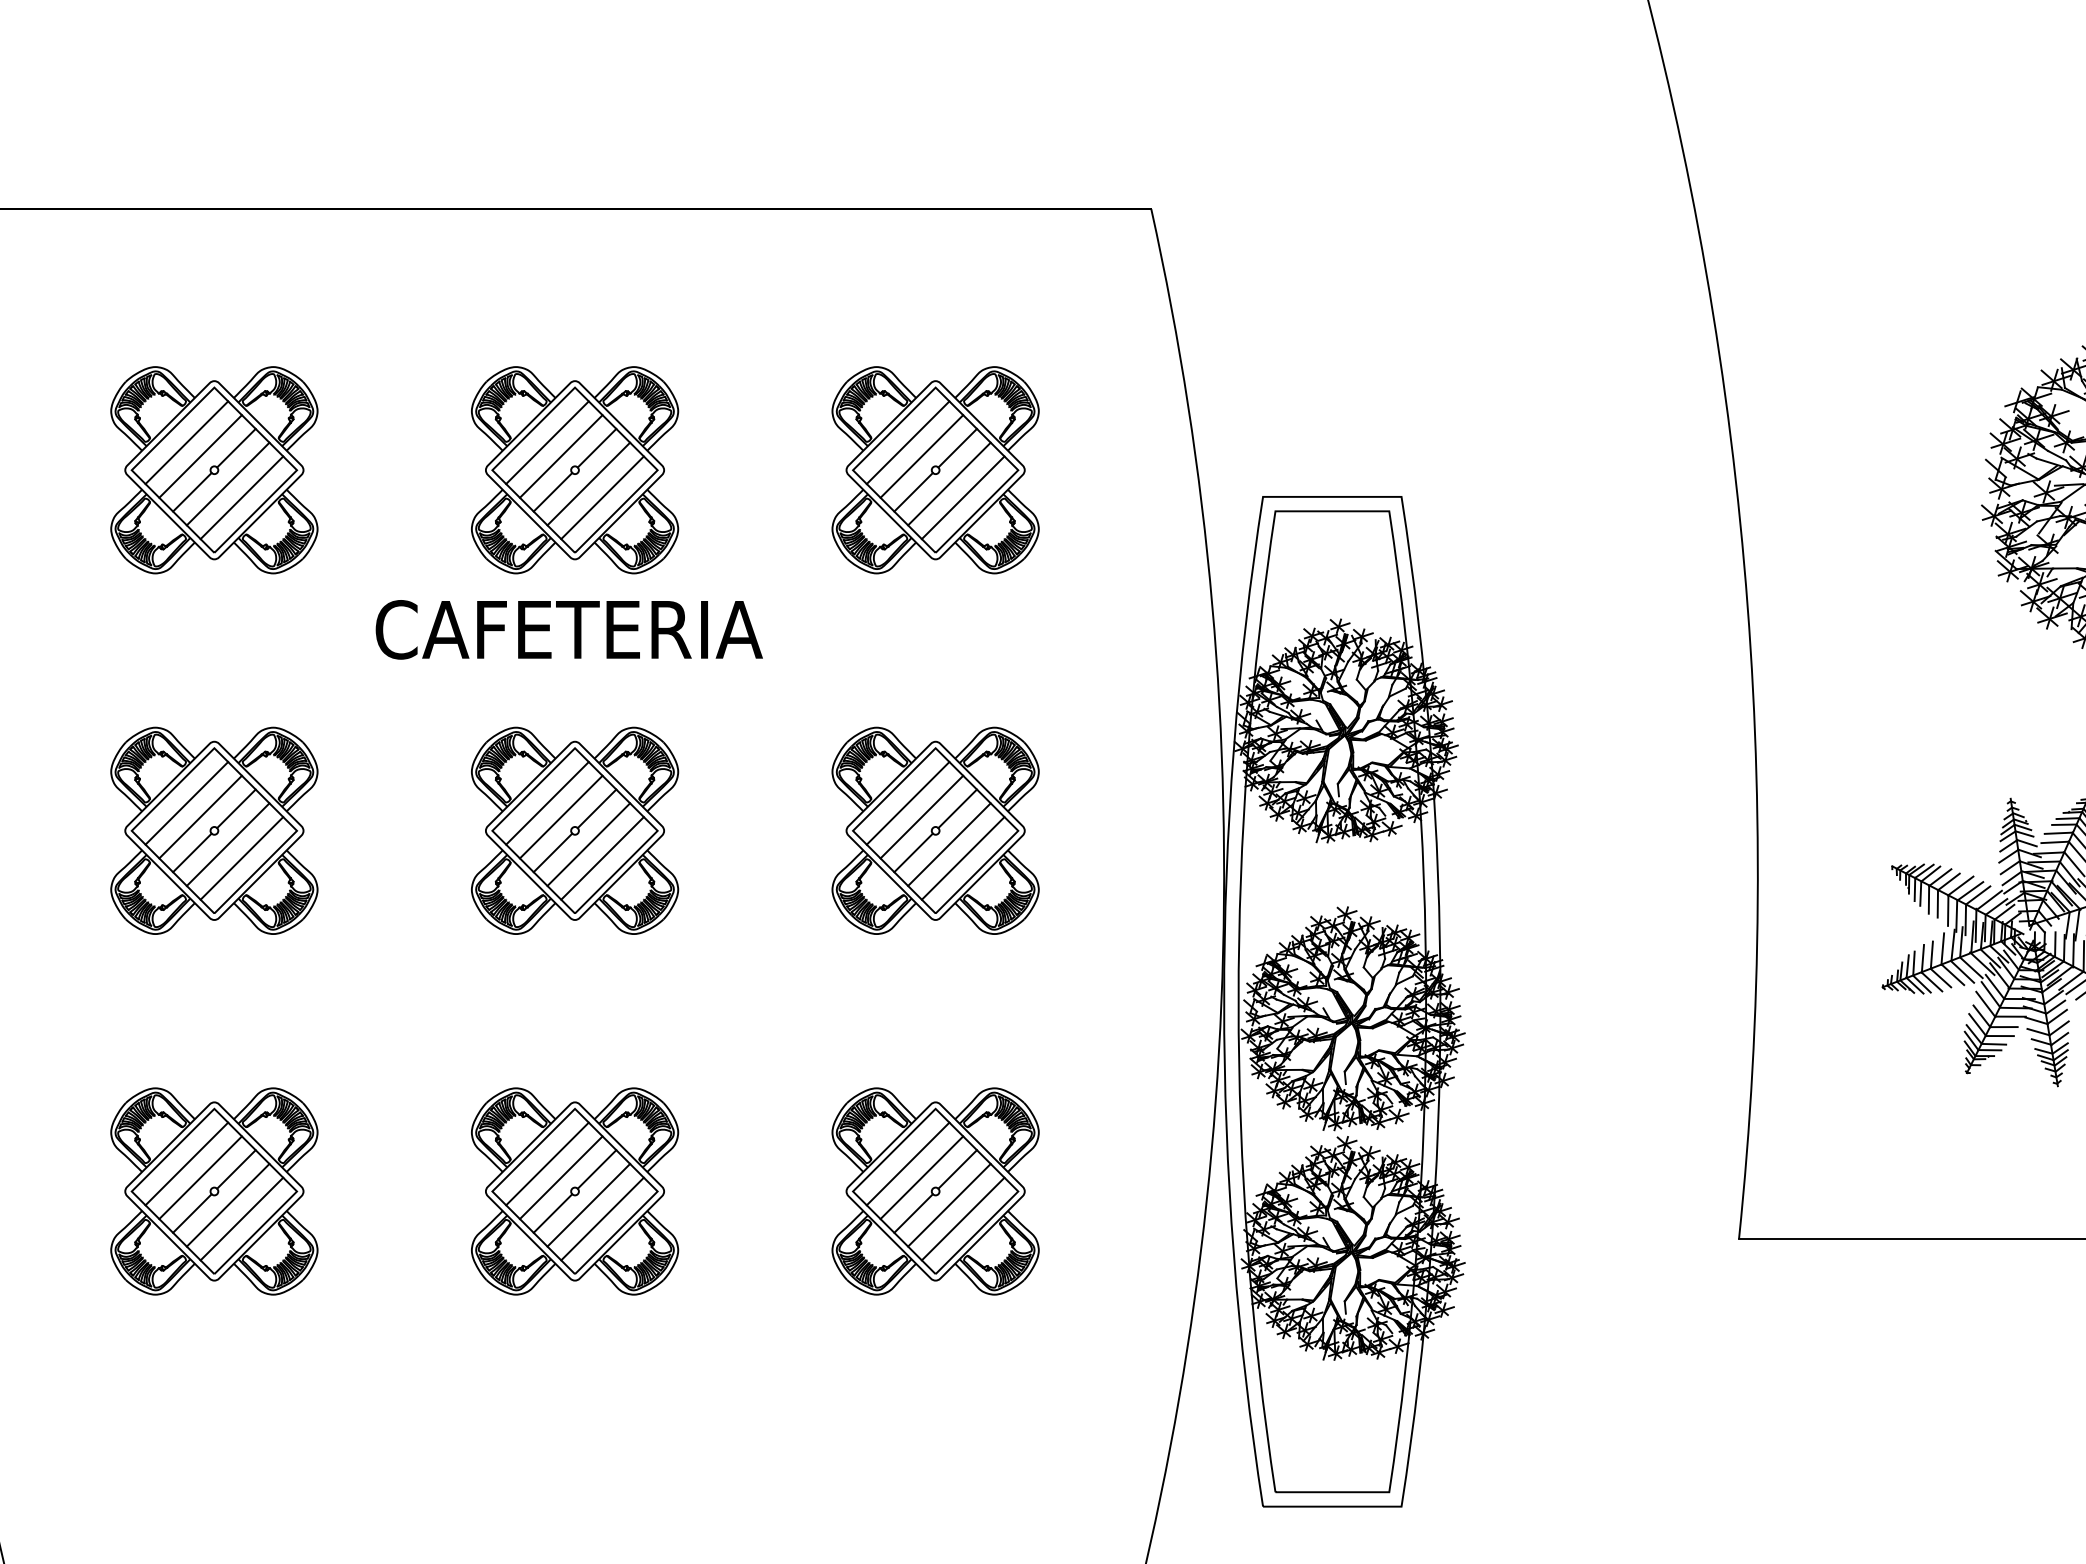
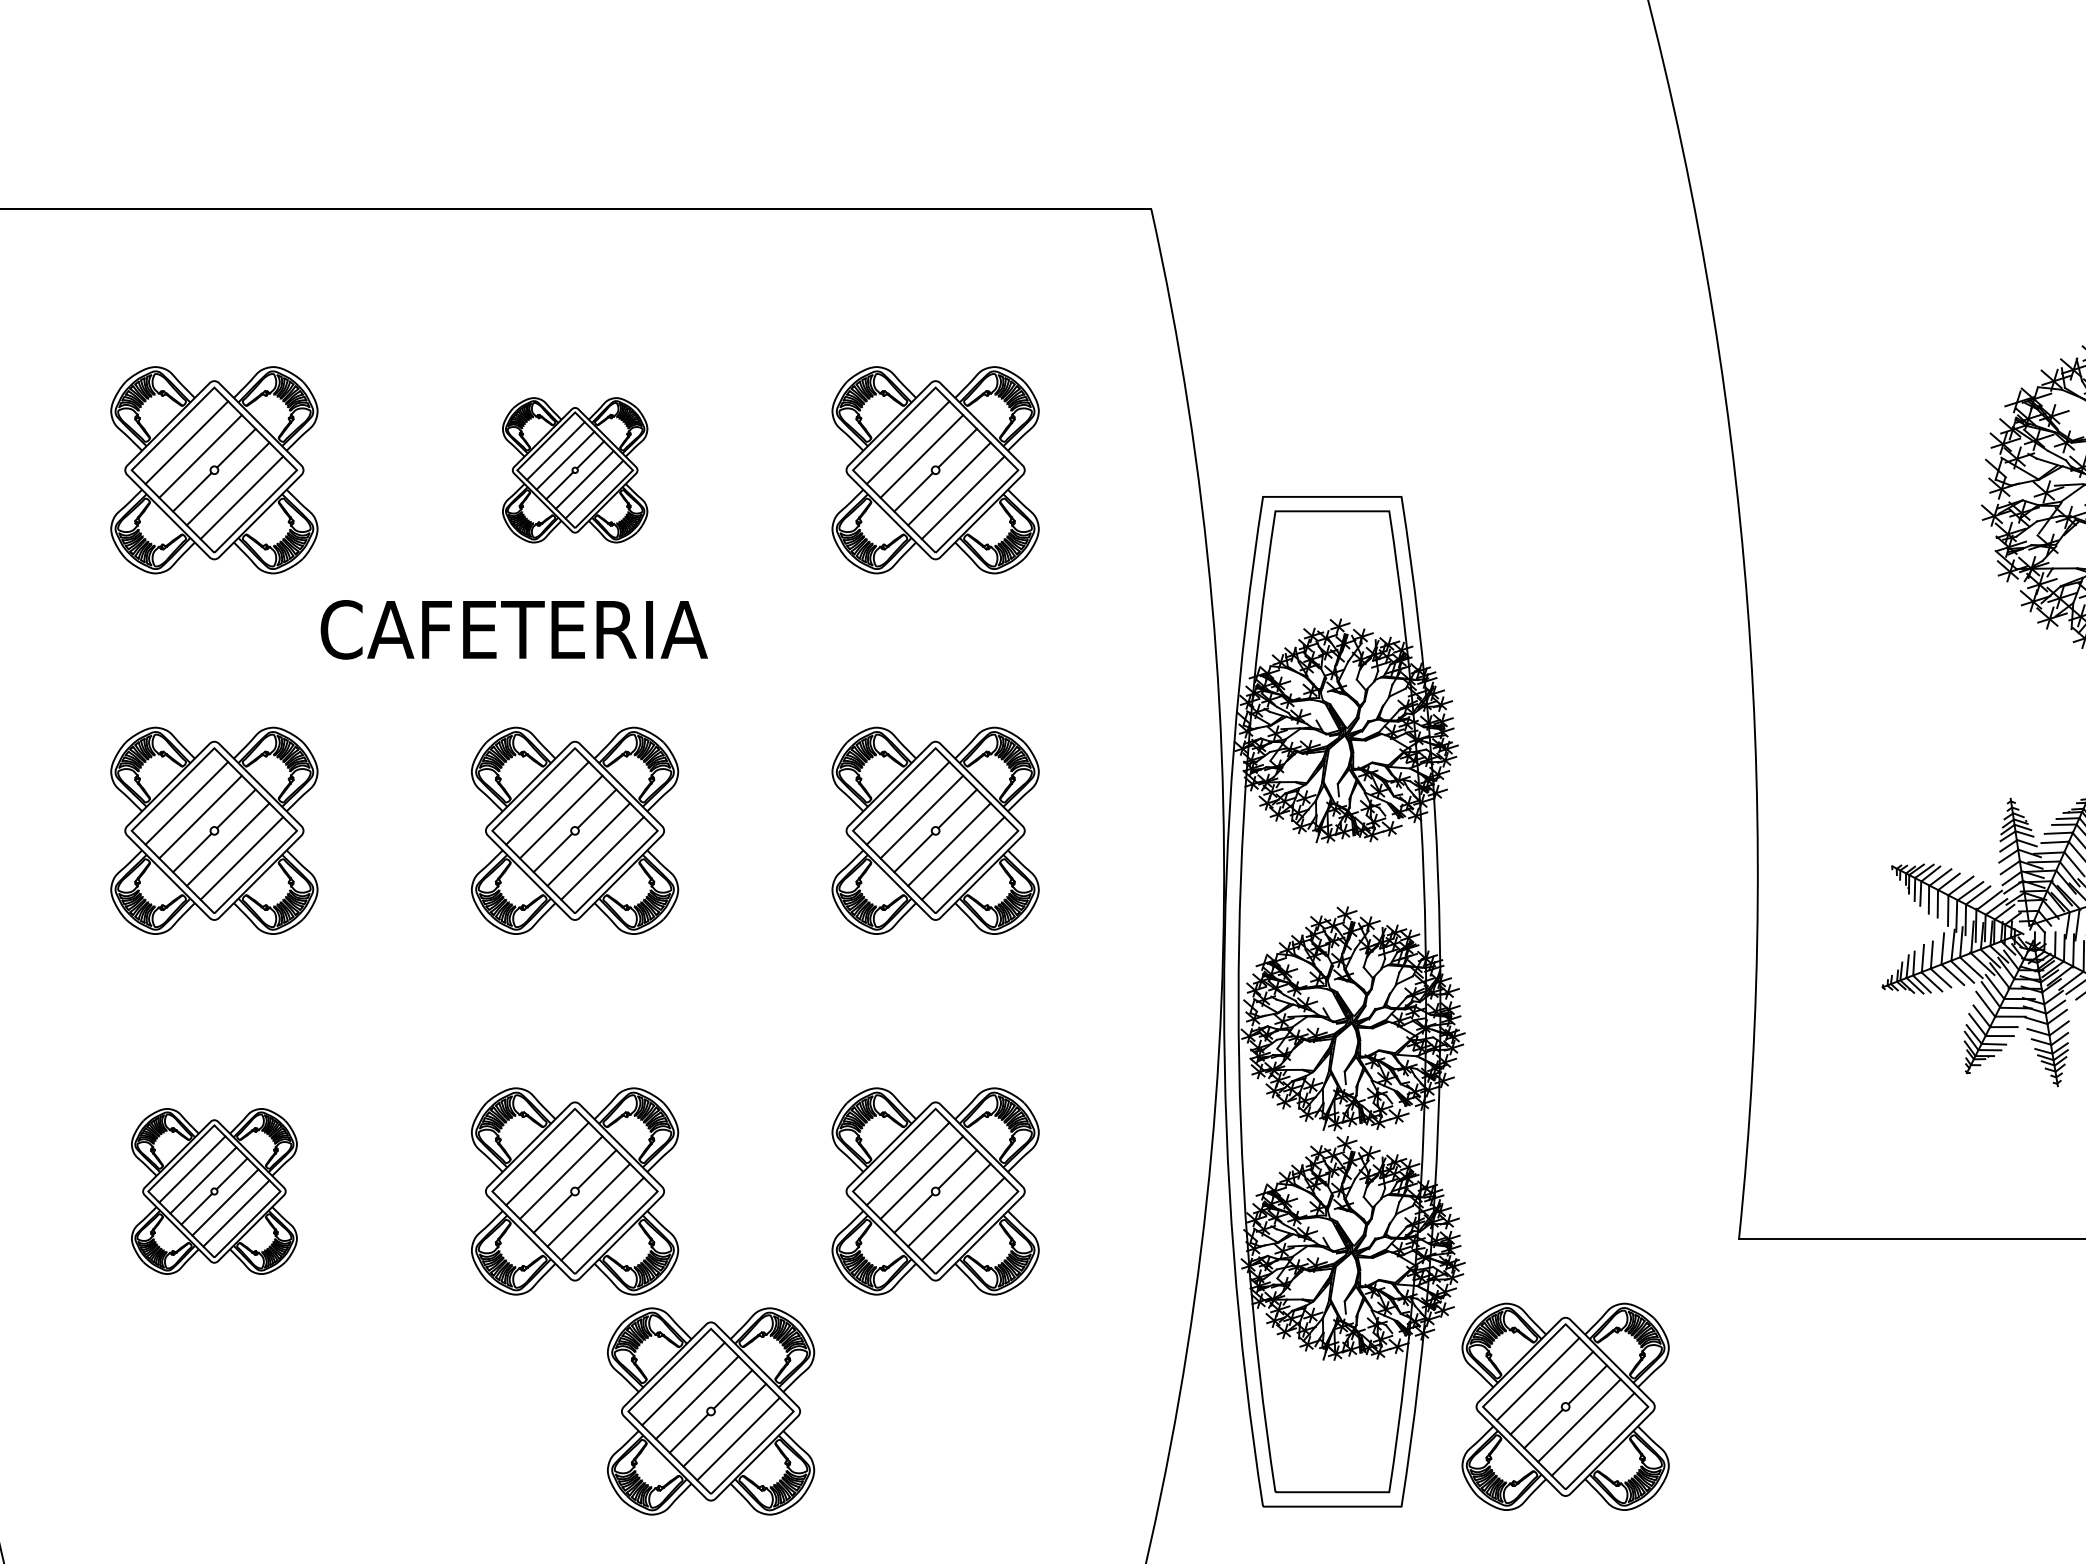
part at (575, 470) size: 209x209 px -> 147x147 px
text at (568, 629) position: (568, 629) -> (513, 629)
part at (214, 1191) size: 209x209 px -> 167x167 px
part at (1565, 1406): none -> present
part at (711, 1411): none -> present
